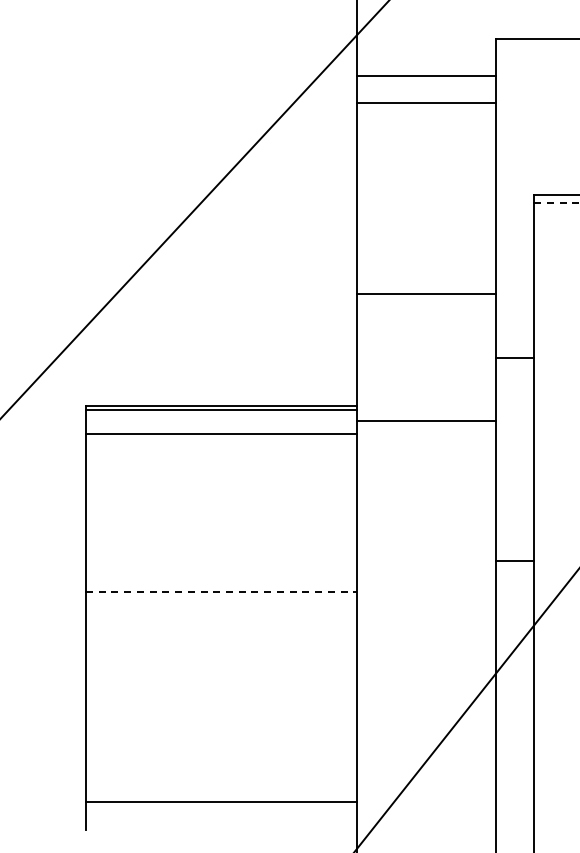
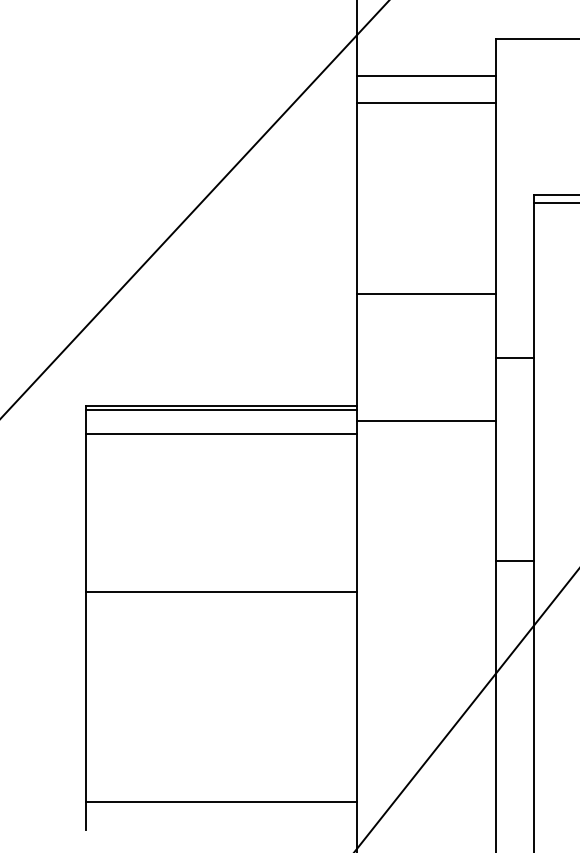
line at (557, 202): dashed -> solid
line at (221, 591): dashed -> solid
